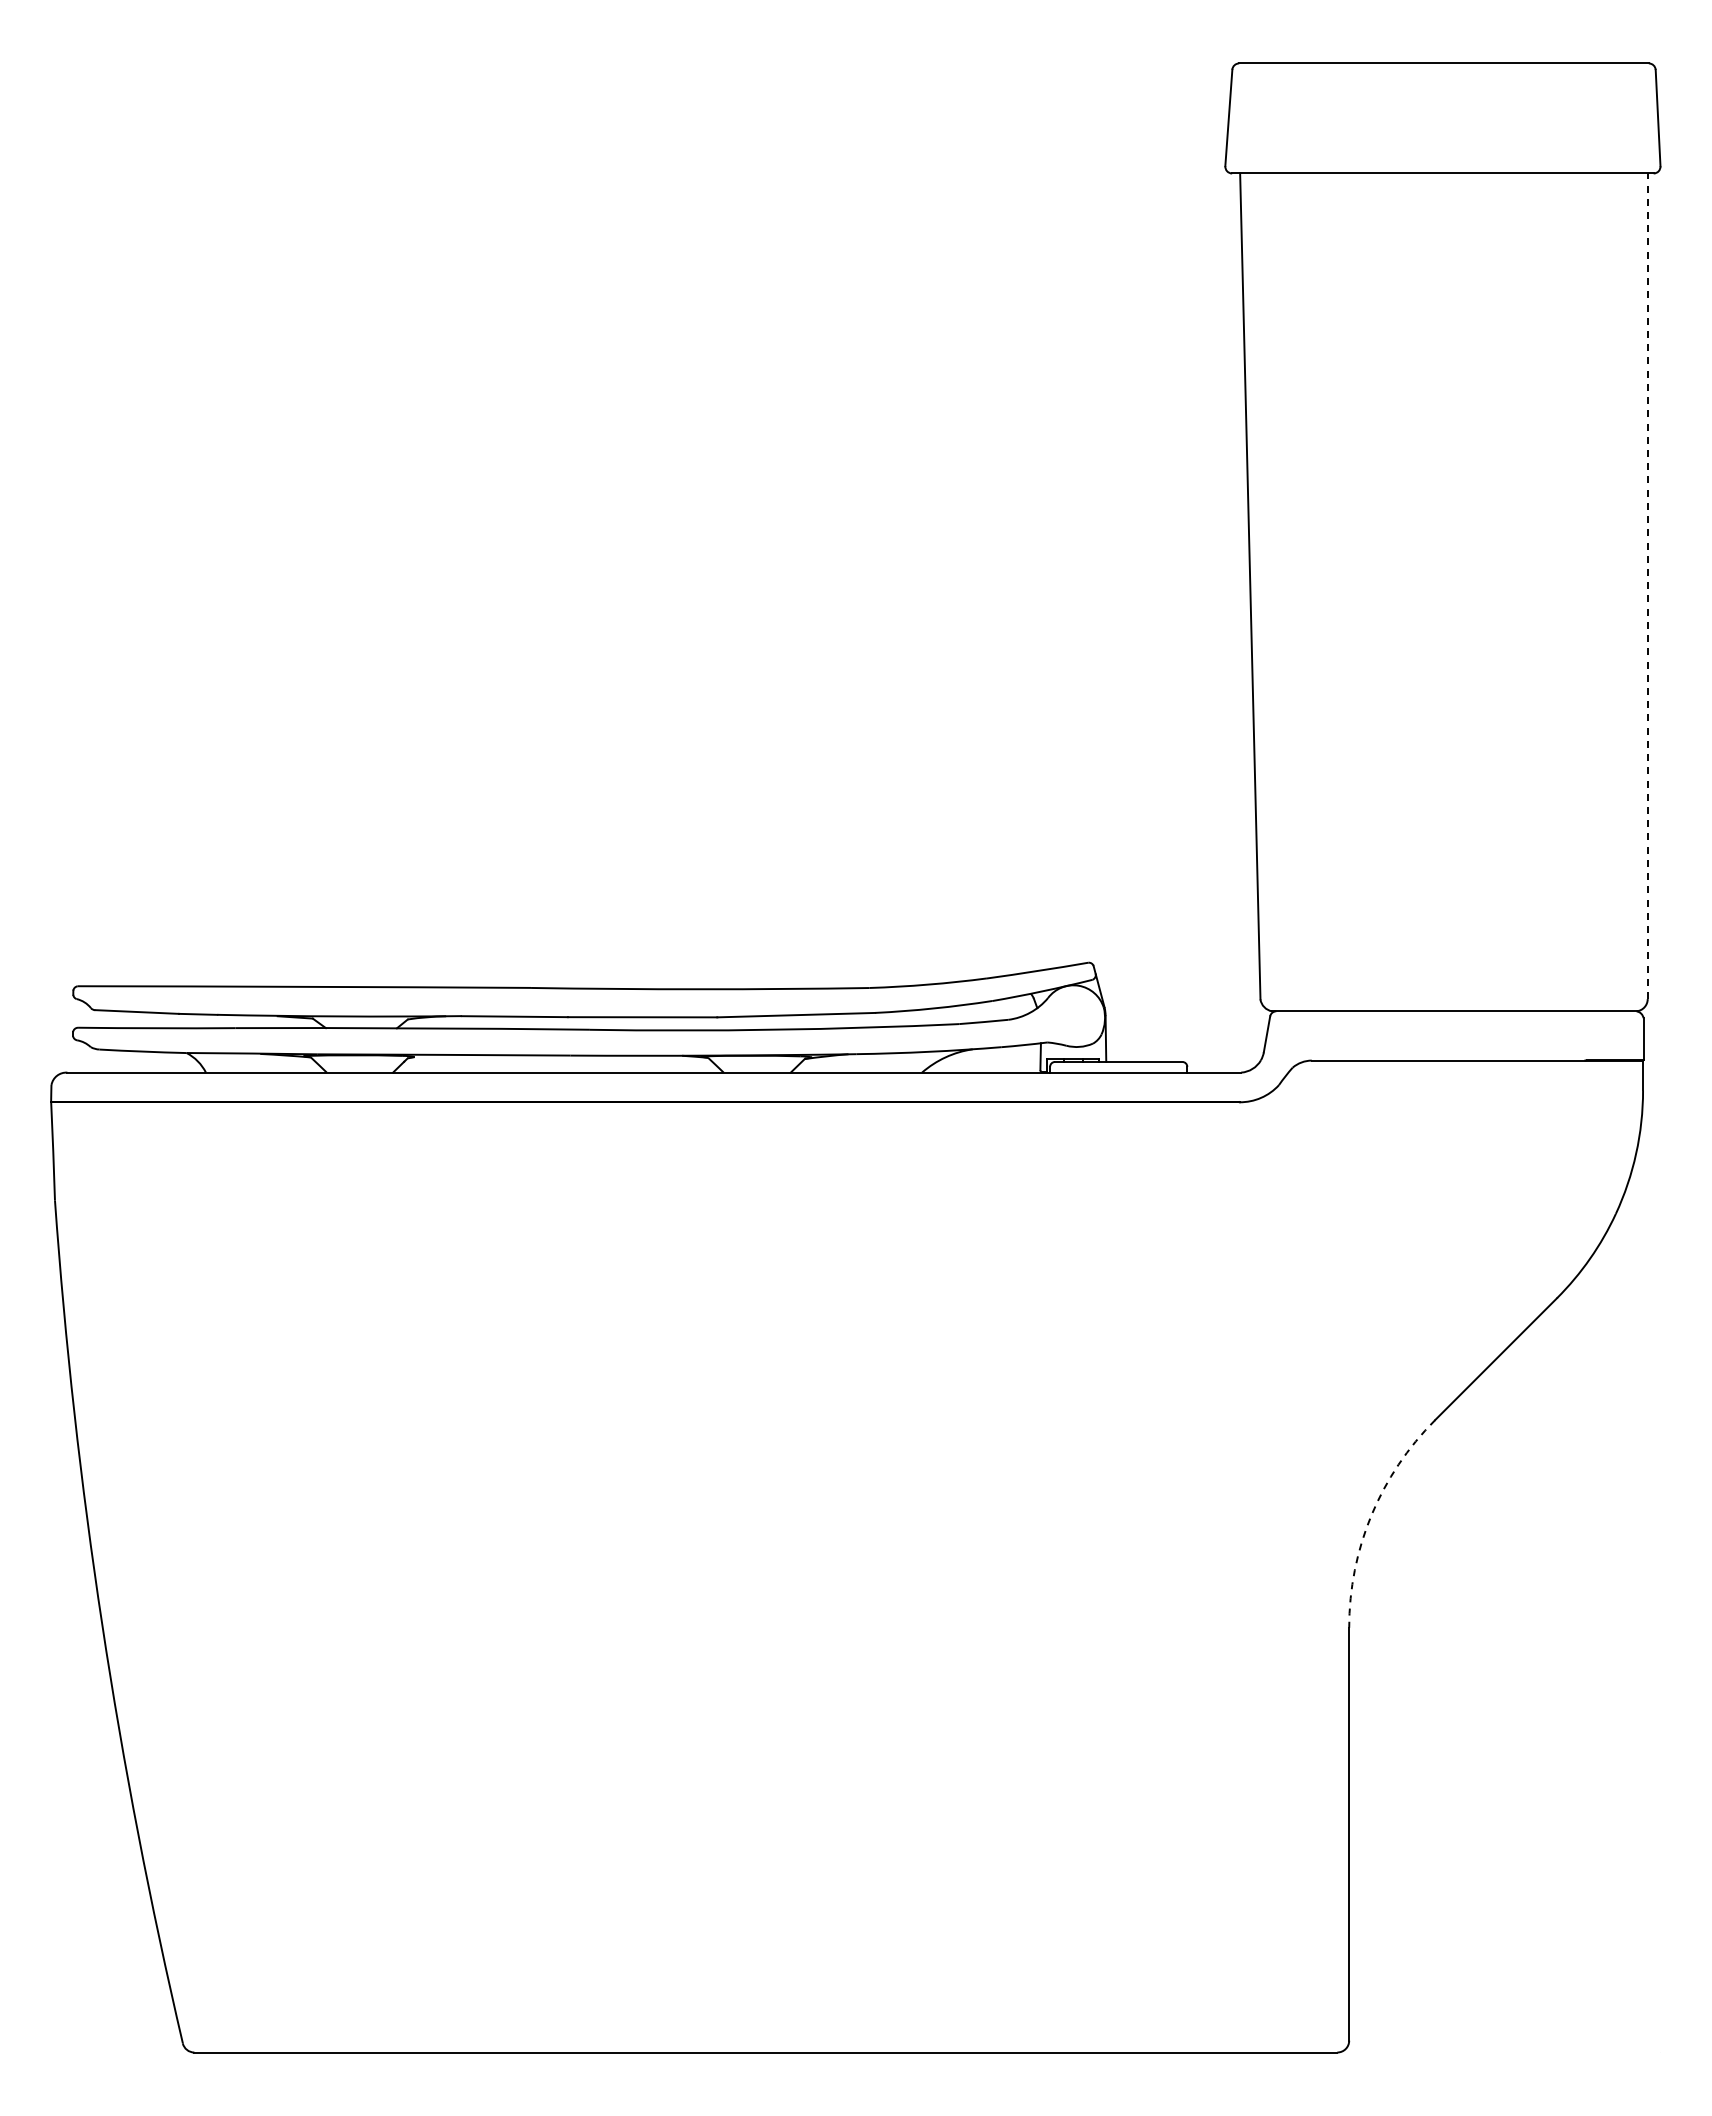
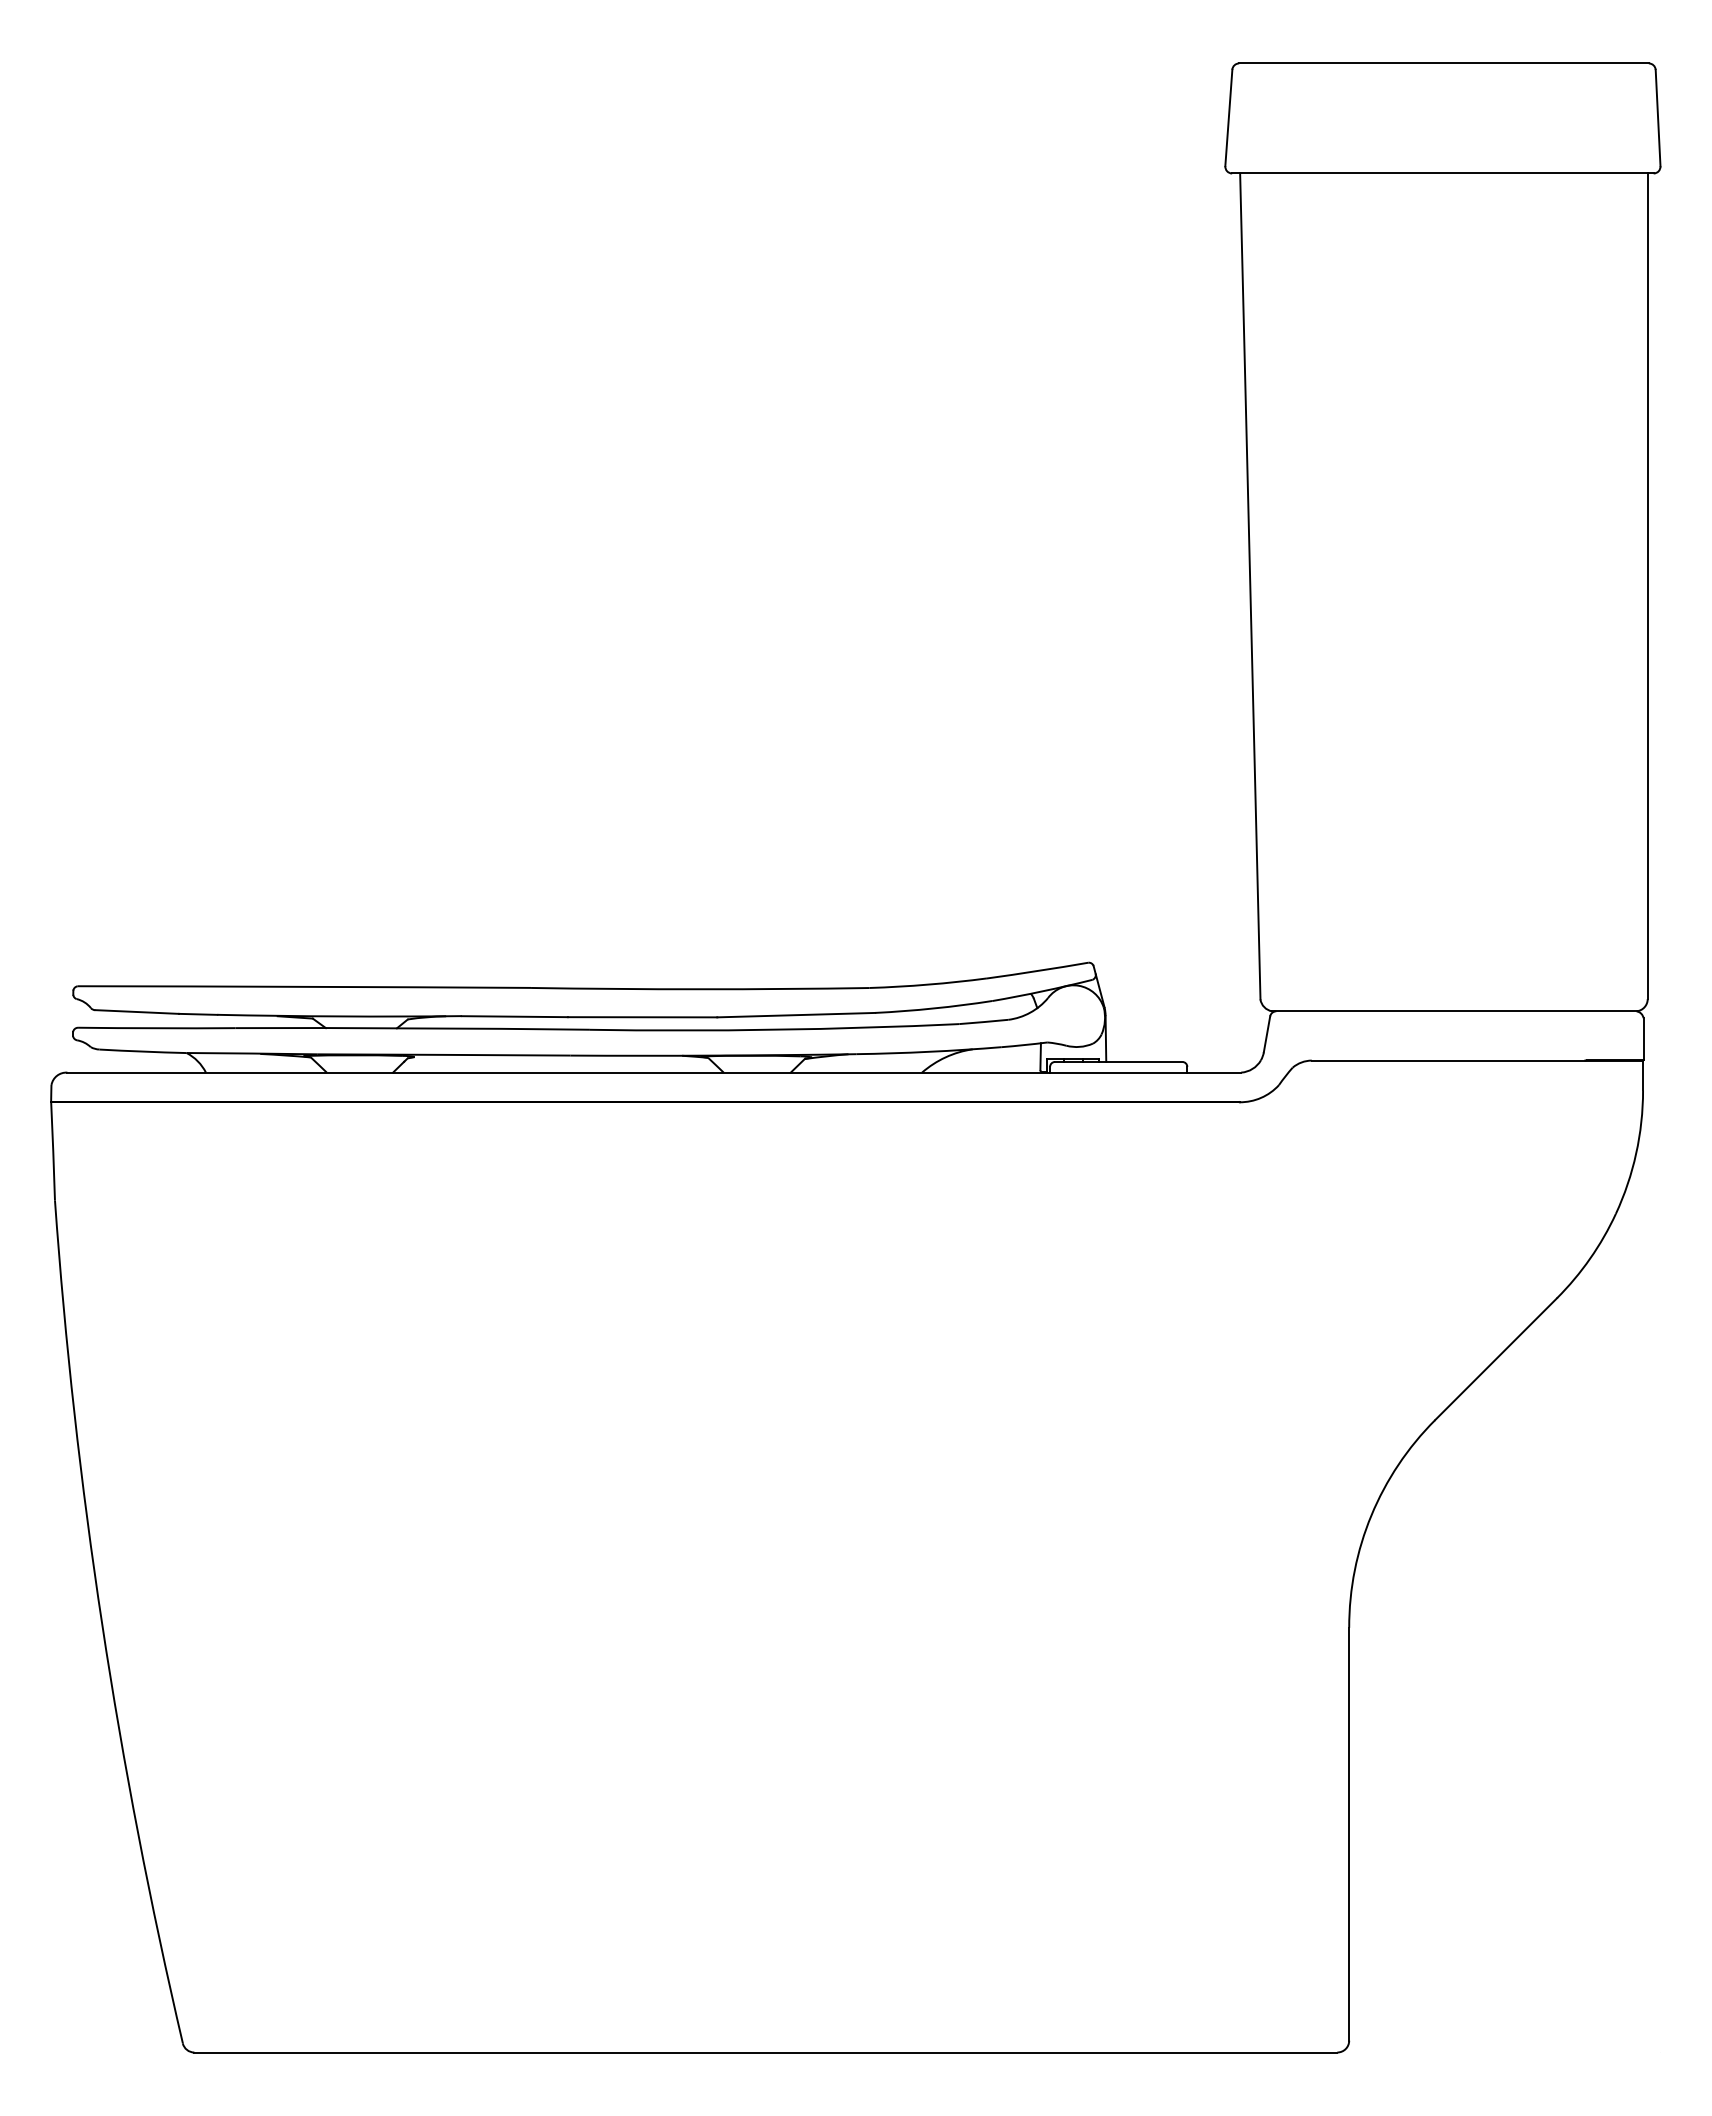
line at (1647, 586): dashed -> solid
arc at (1371, 1515): dashed -> solid
